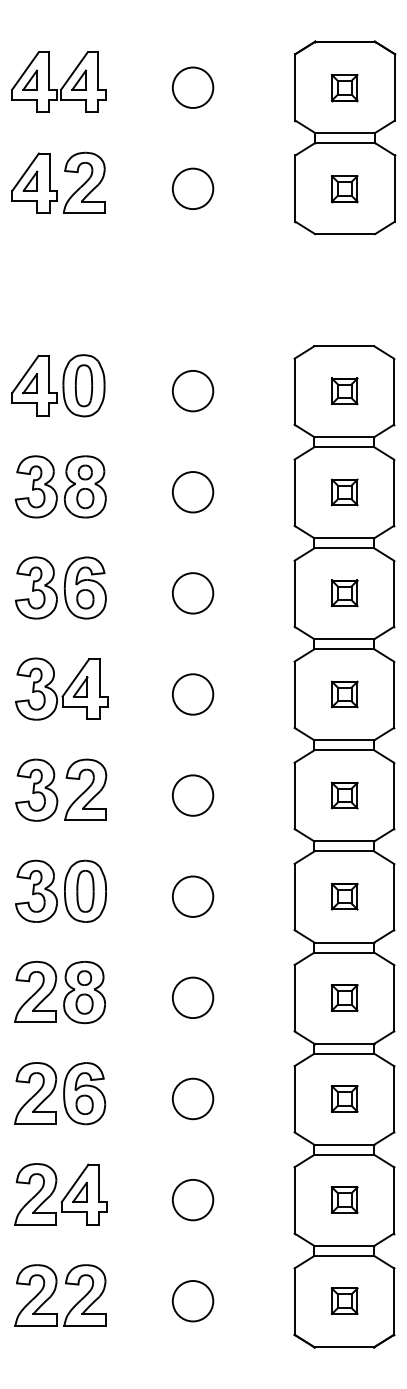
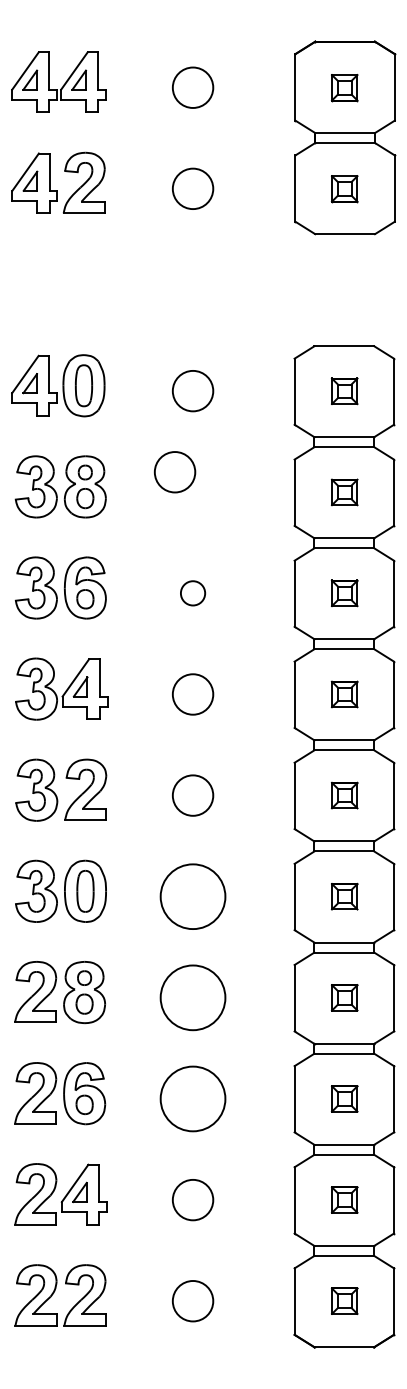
circle at (193, 492) position: (193, 492) -> (175, 472)
circle at (192, 593) diameter: 40 px -> 24 px
circle at (192, 896) diameter: 40 px -> 65 px
circle at (192, 997) diameter: 40 px -> 65 px
circle at (192, 1098) diameter: 40 px -> 65 px
